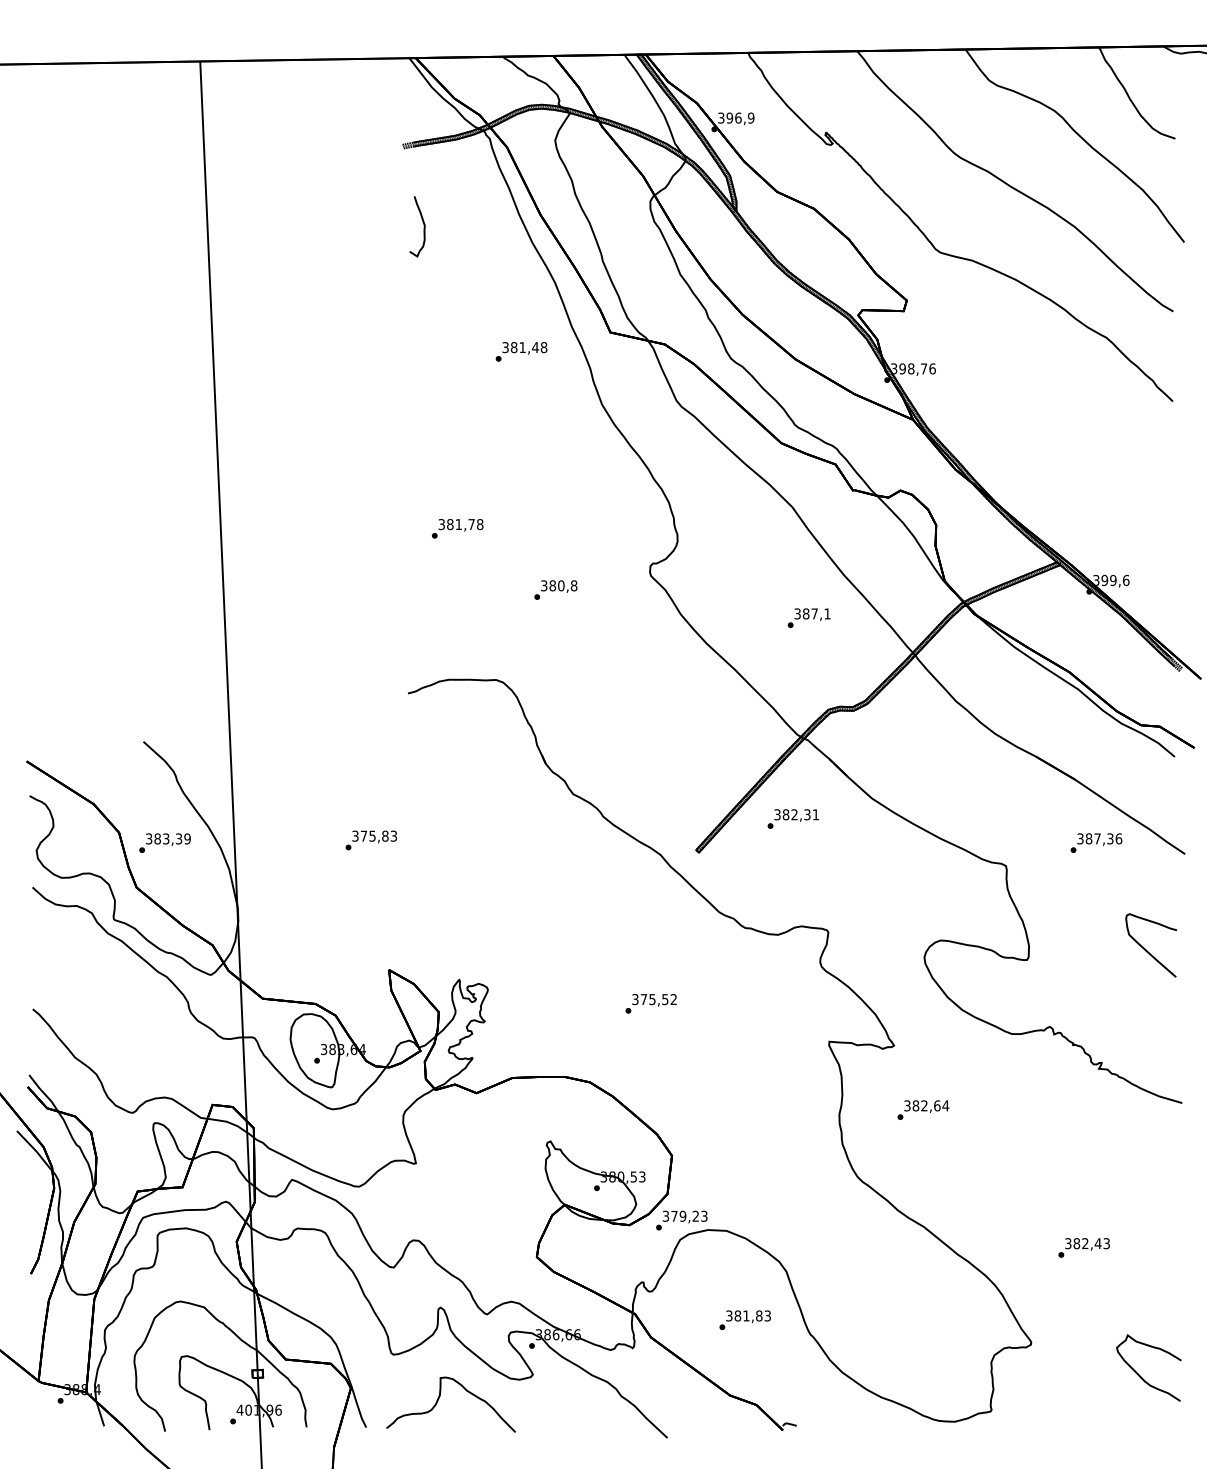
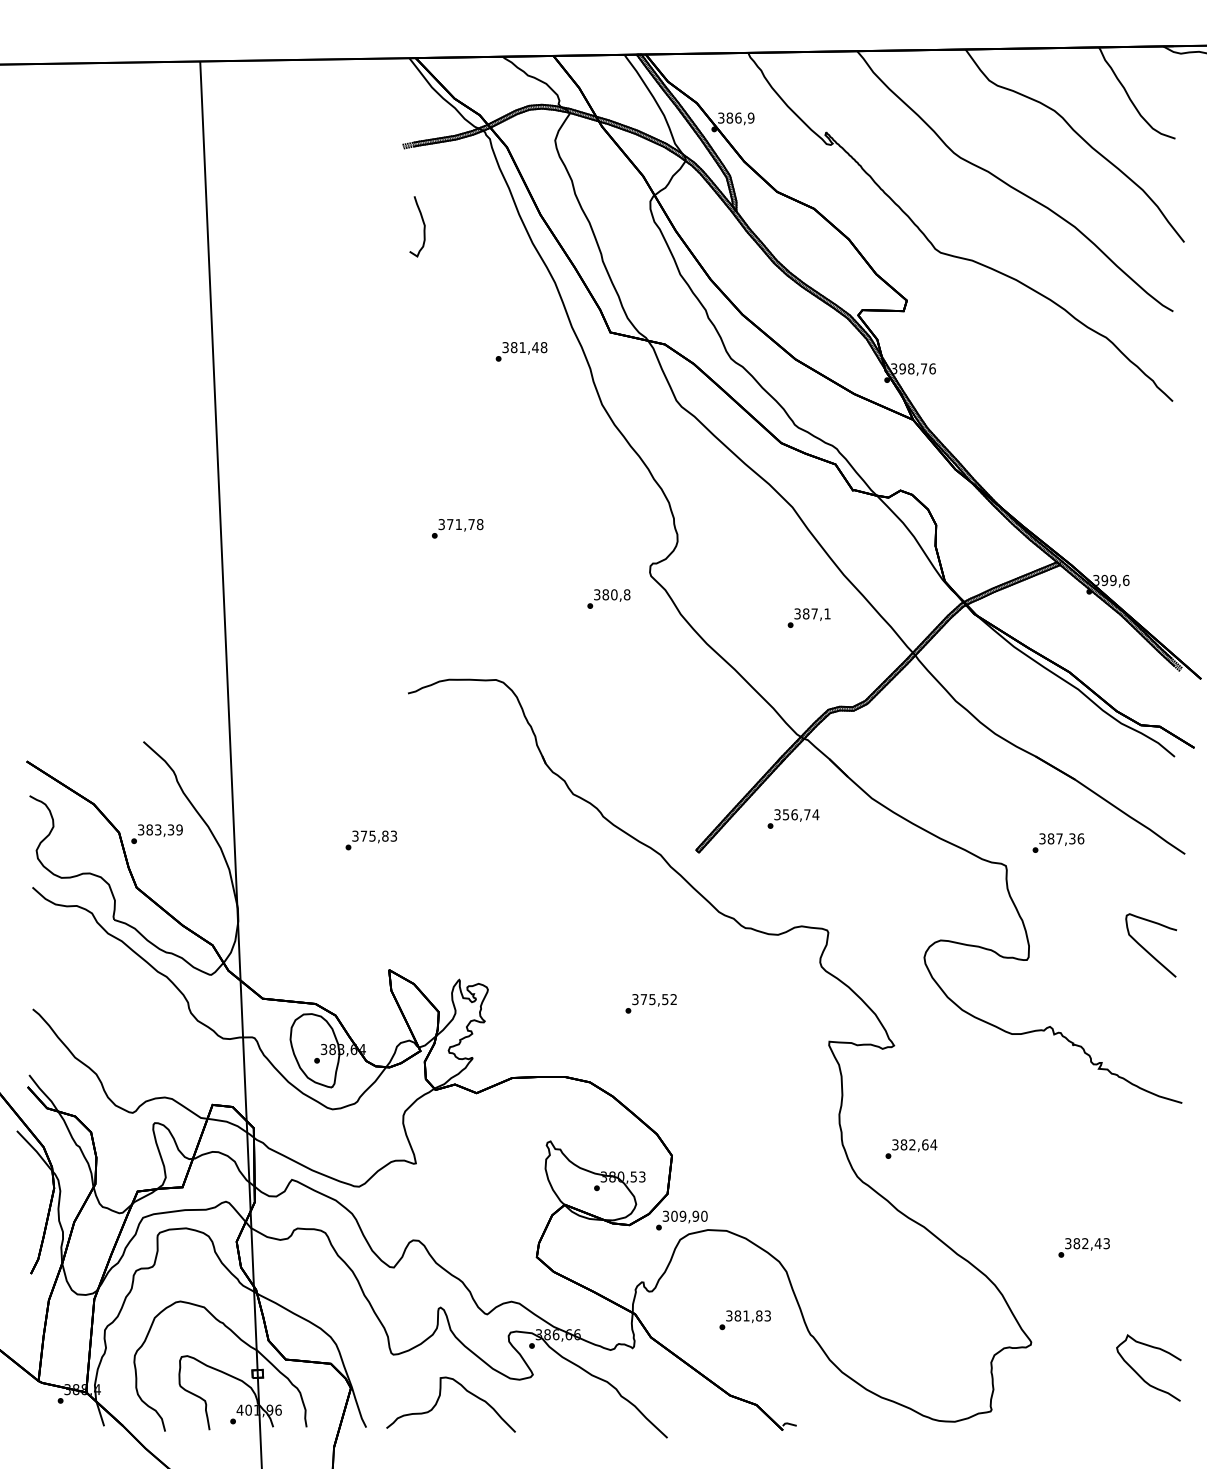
text at (729, 117): 396,9 -> 386,9
text at (450, 524): 381,78 -> 371,78
text at (555, 589) position: (555, 589) -> (608, 598)
text at (800, 814): 382,31 -> 356,74
text at (164, 842) position: (164, 842) -> (156, 833)
text at (1096, 842) position: (1096, 842) -> (1058, 842)
text at (923, 1109) position: (923, 1109) -> (911, 1148)
text at (689, 1215): 379,23 -> 309,90
